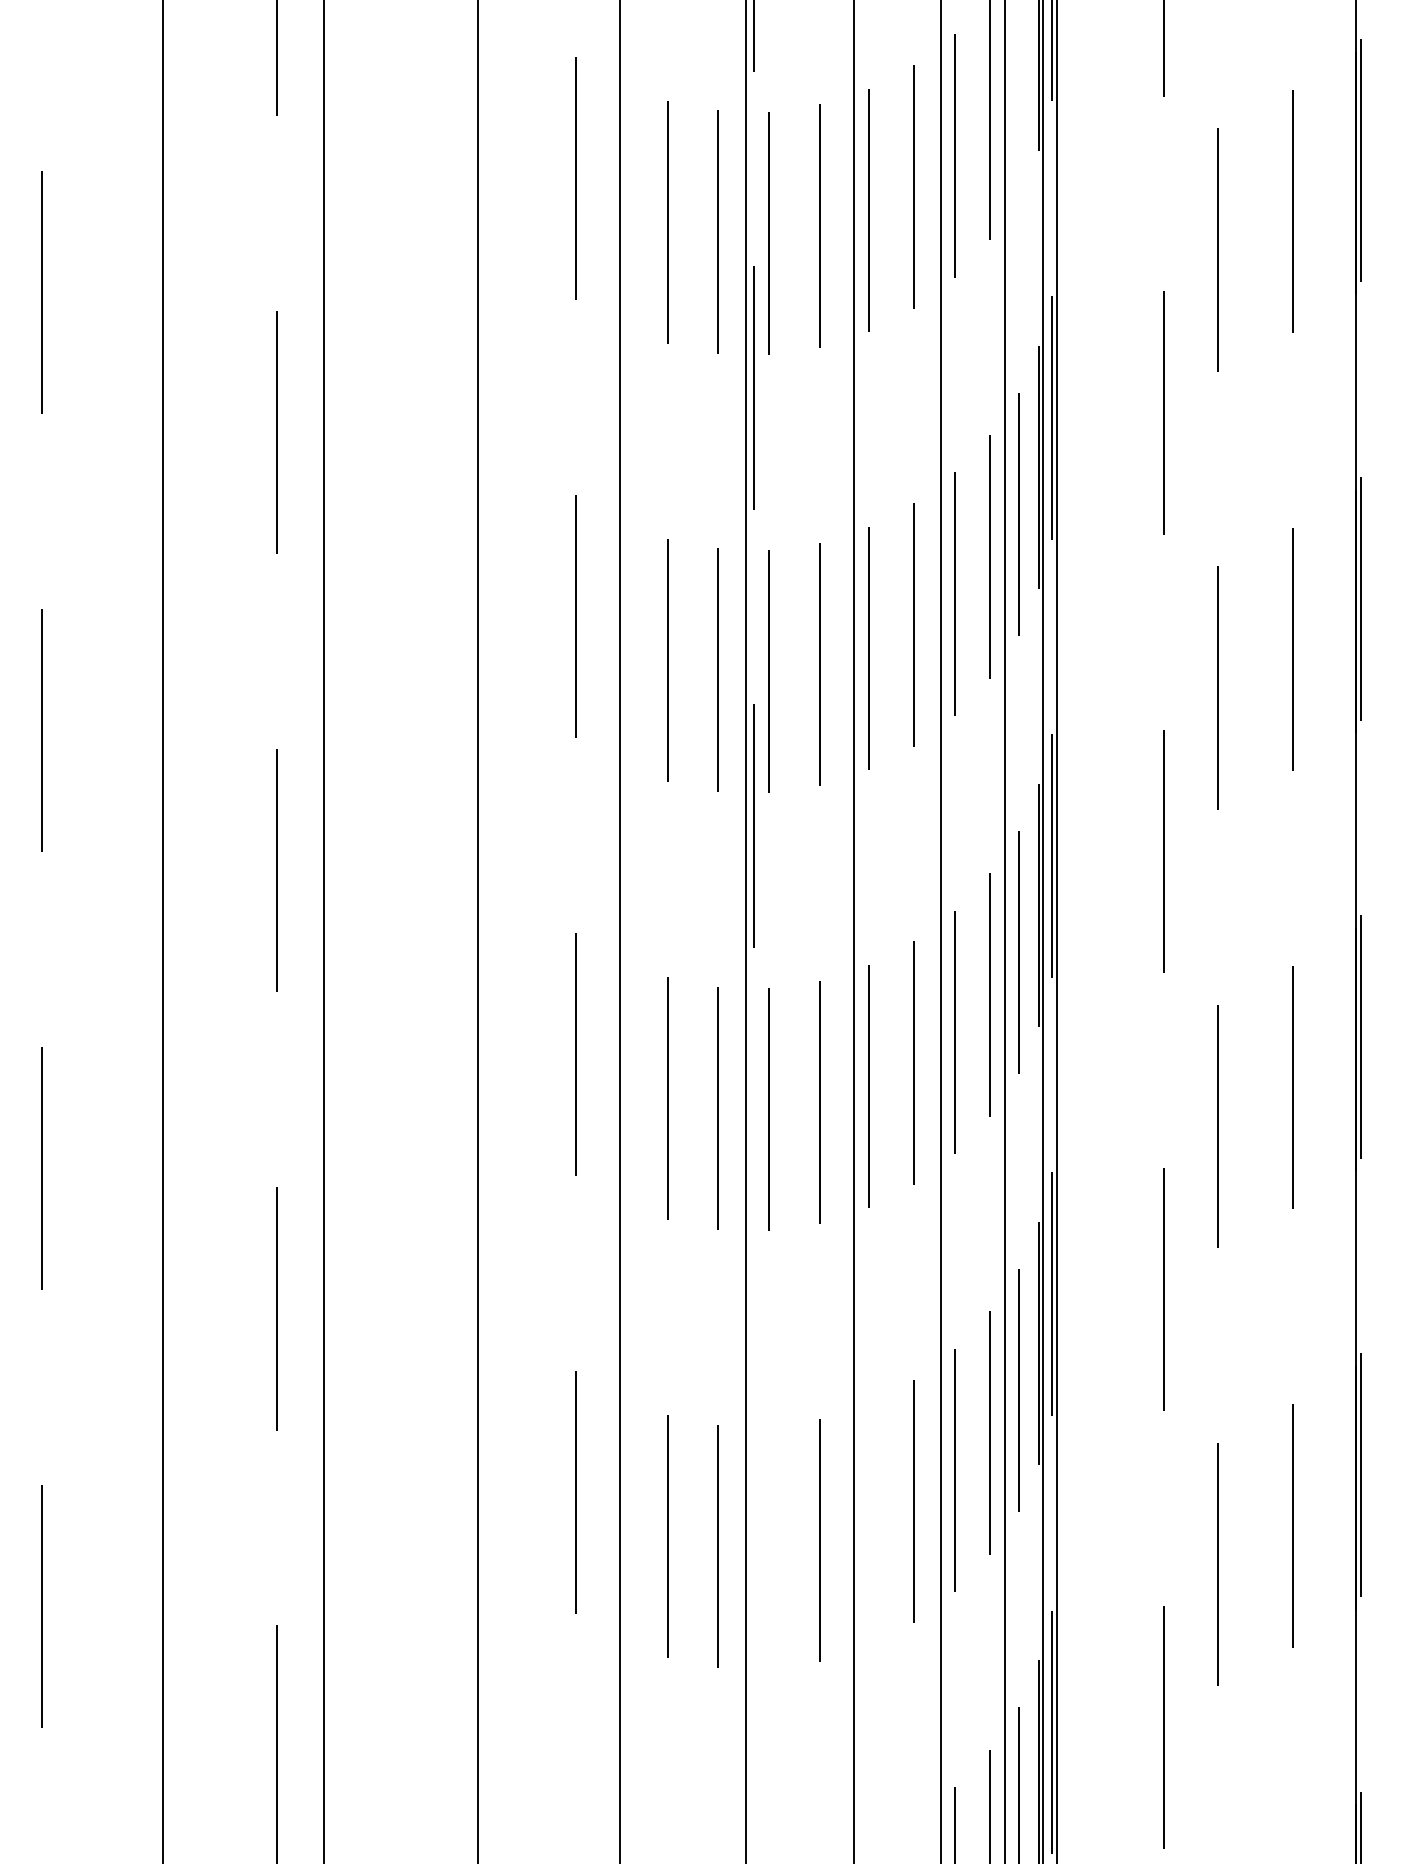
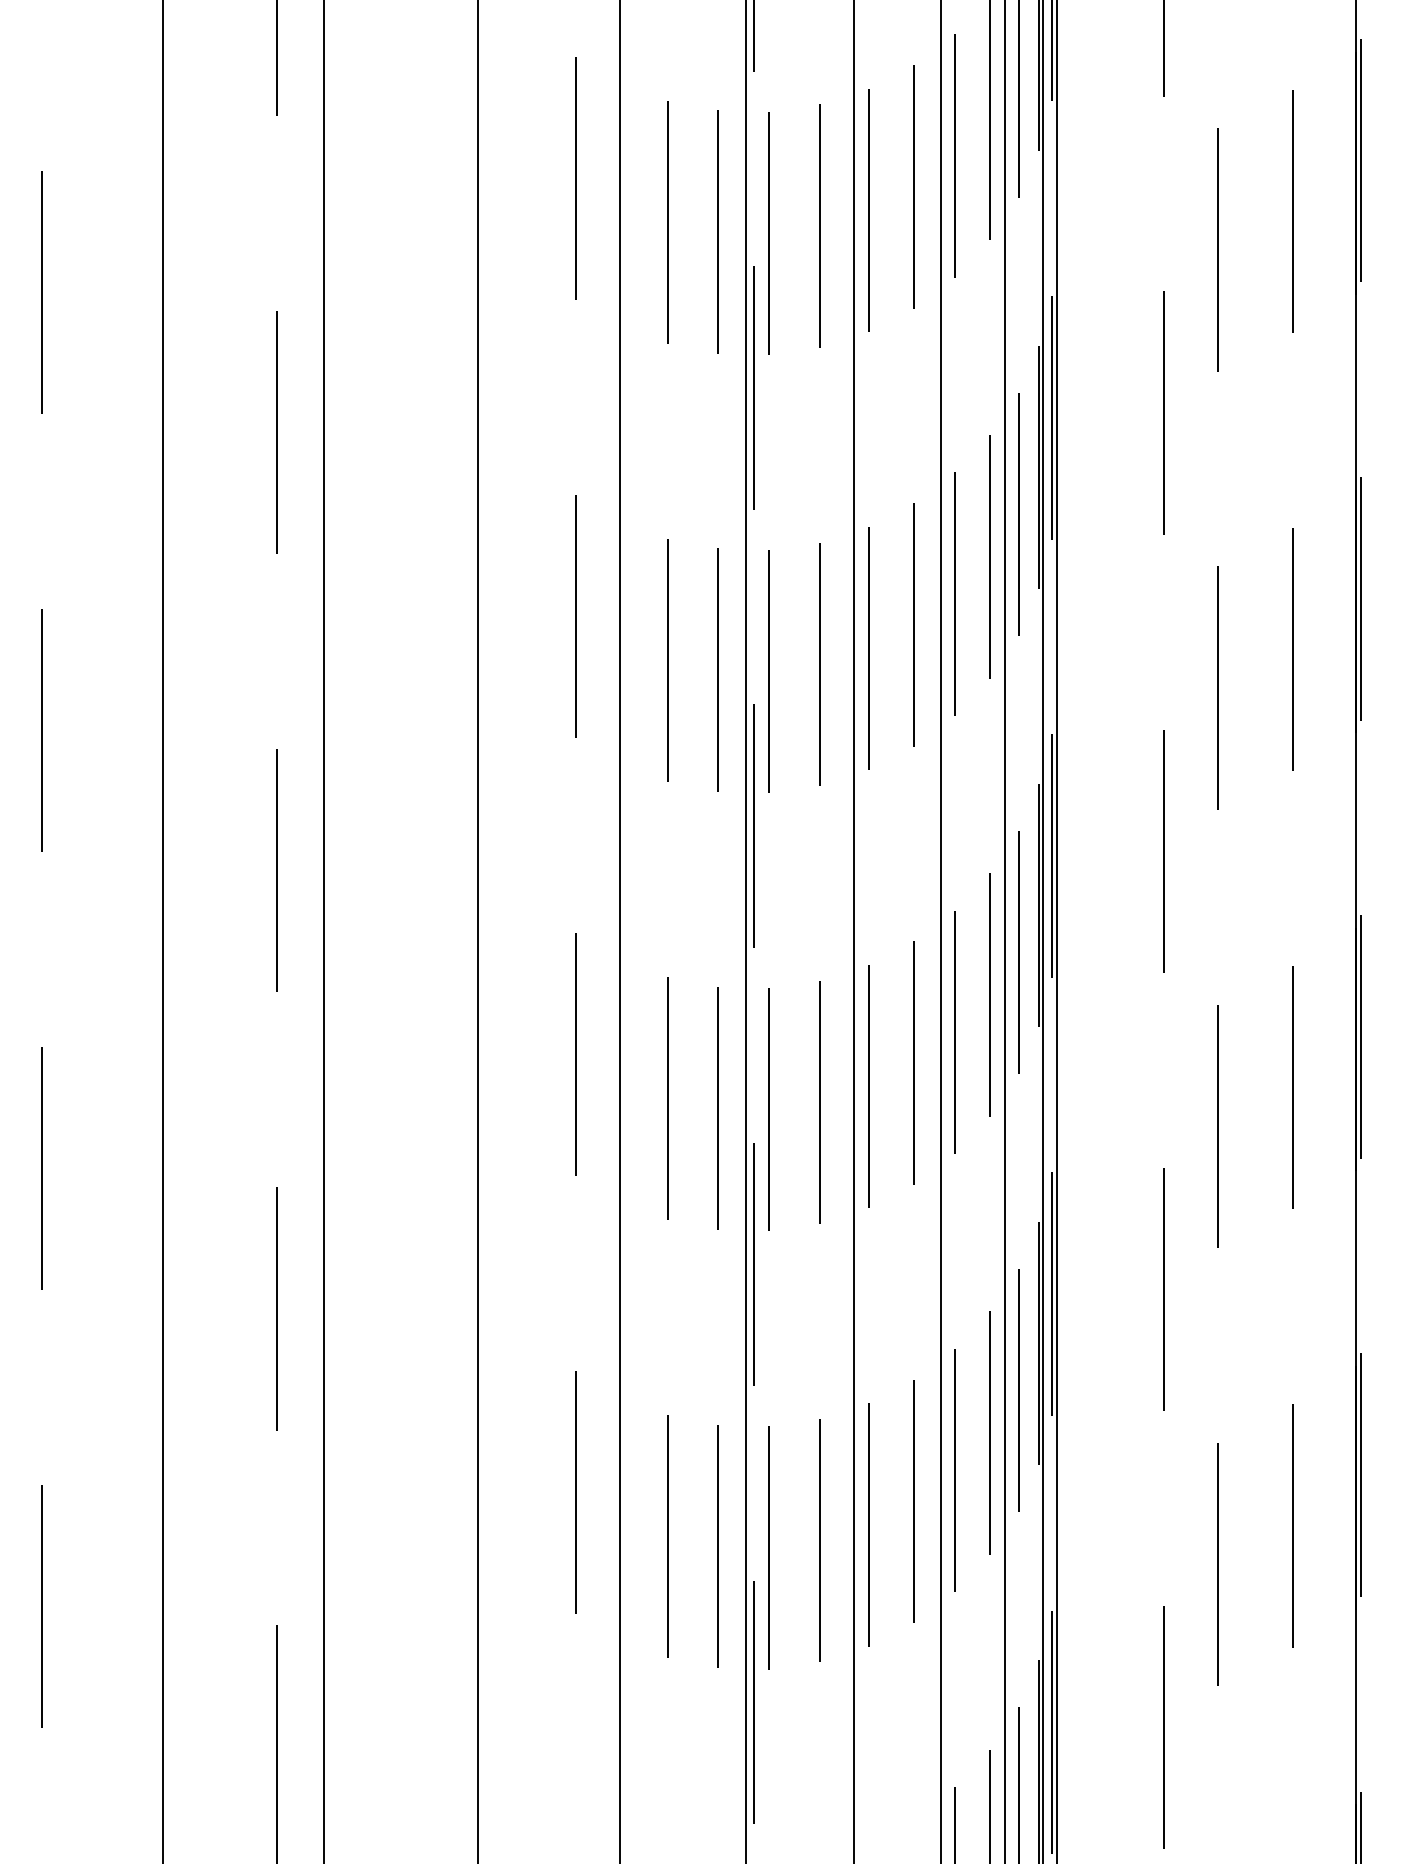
line at (1018, 99): none -> present
line at (753, 1263): none -> present
line at (868, 1524): none -> present
line at (769, 1547): none -> present
line at (753, 1702): none -> present
